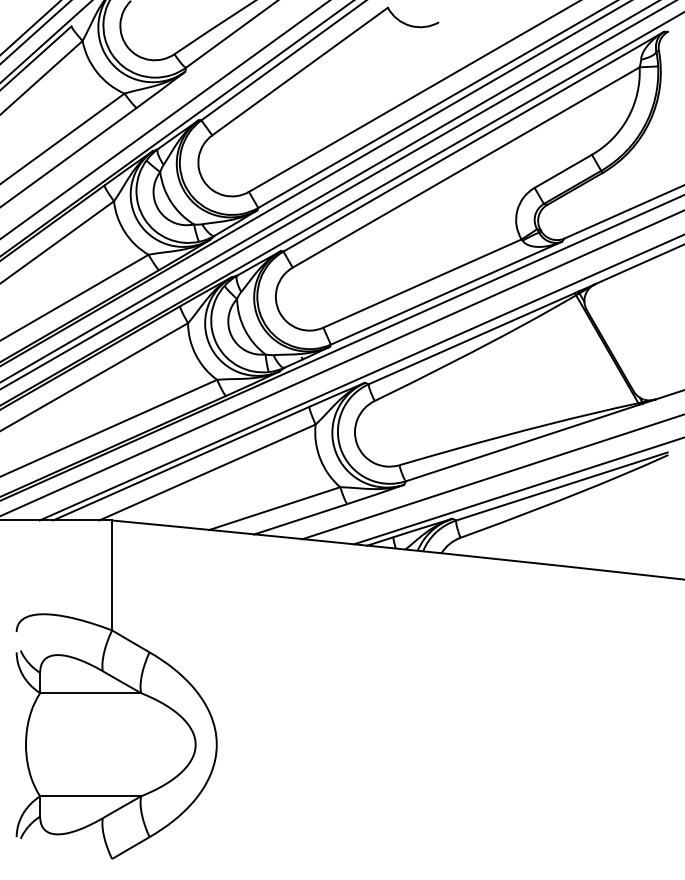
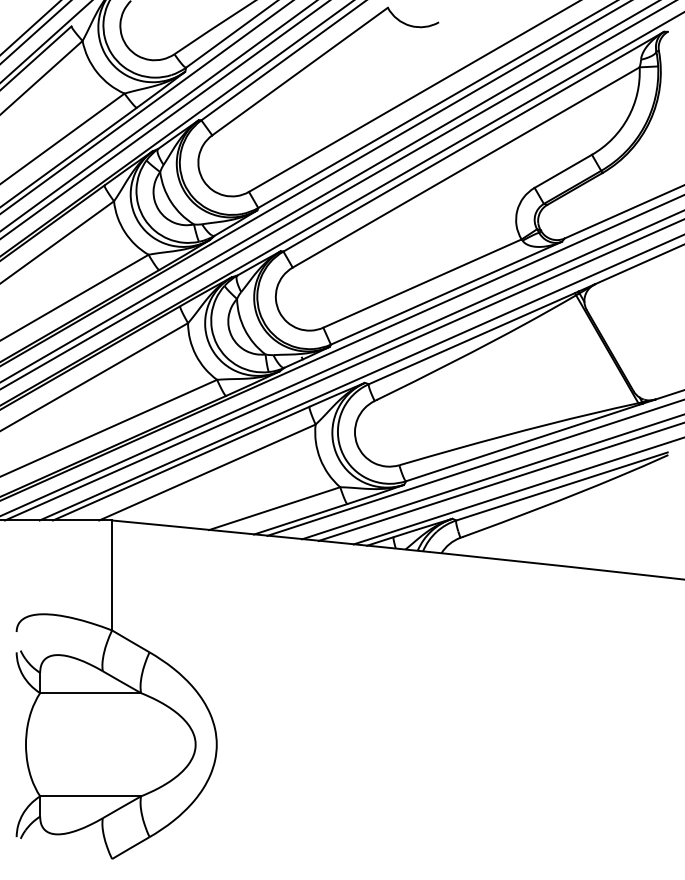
line at (146, 107): none -> present
line at (158, 116): none -> present
line at (343, 370): none -> present
line at (474, 467): none -> present
line at (499, 481): none -> present
